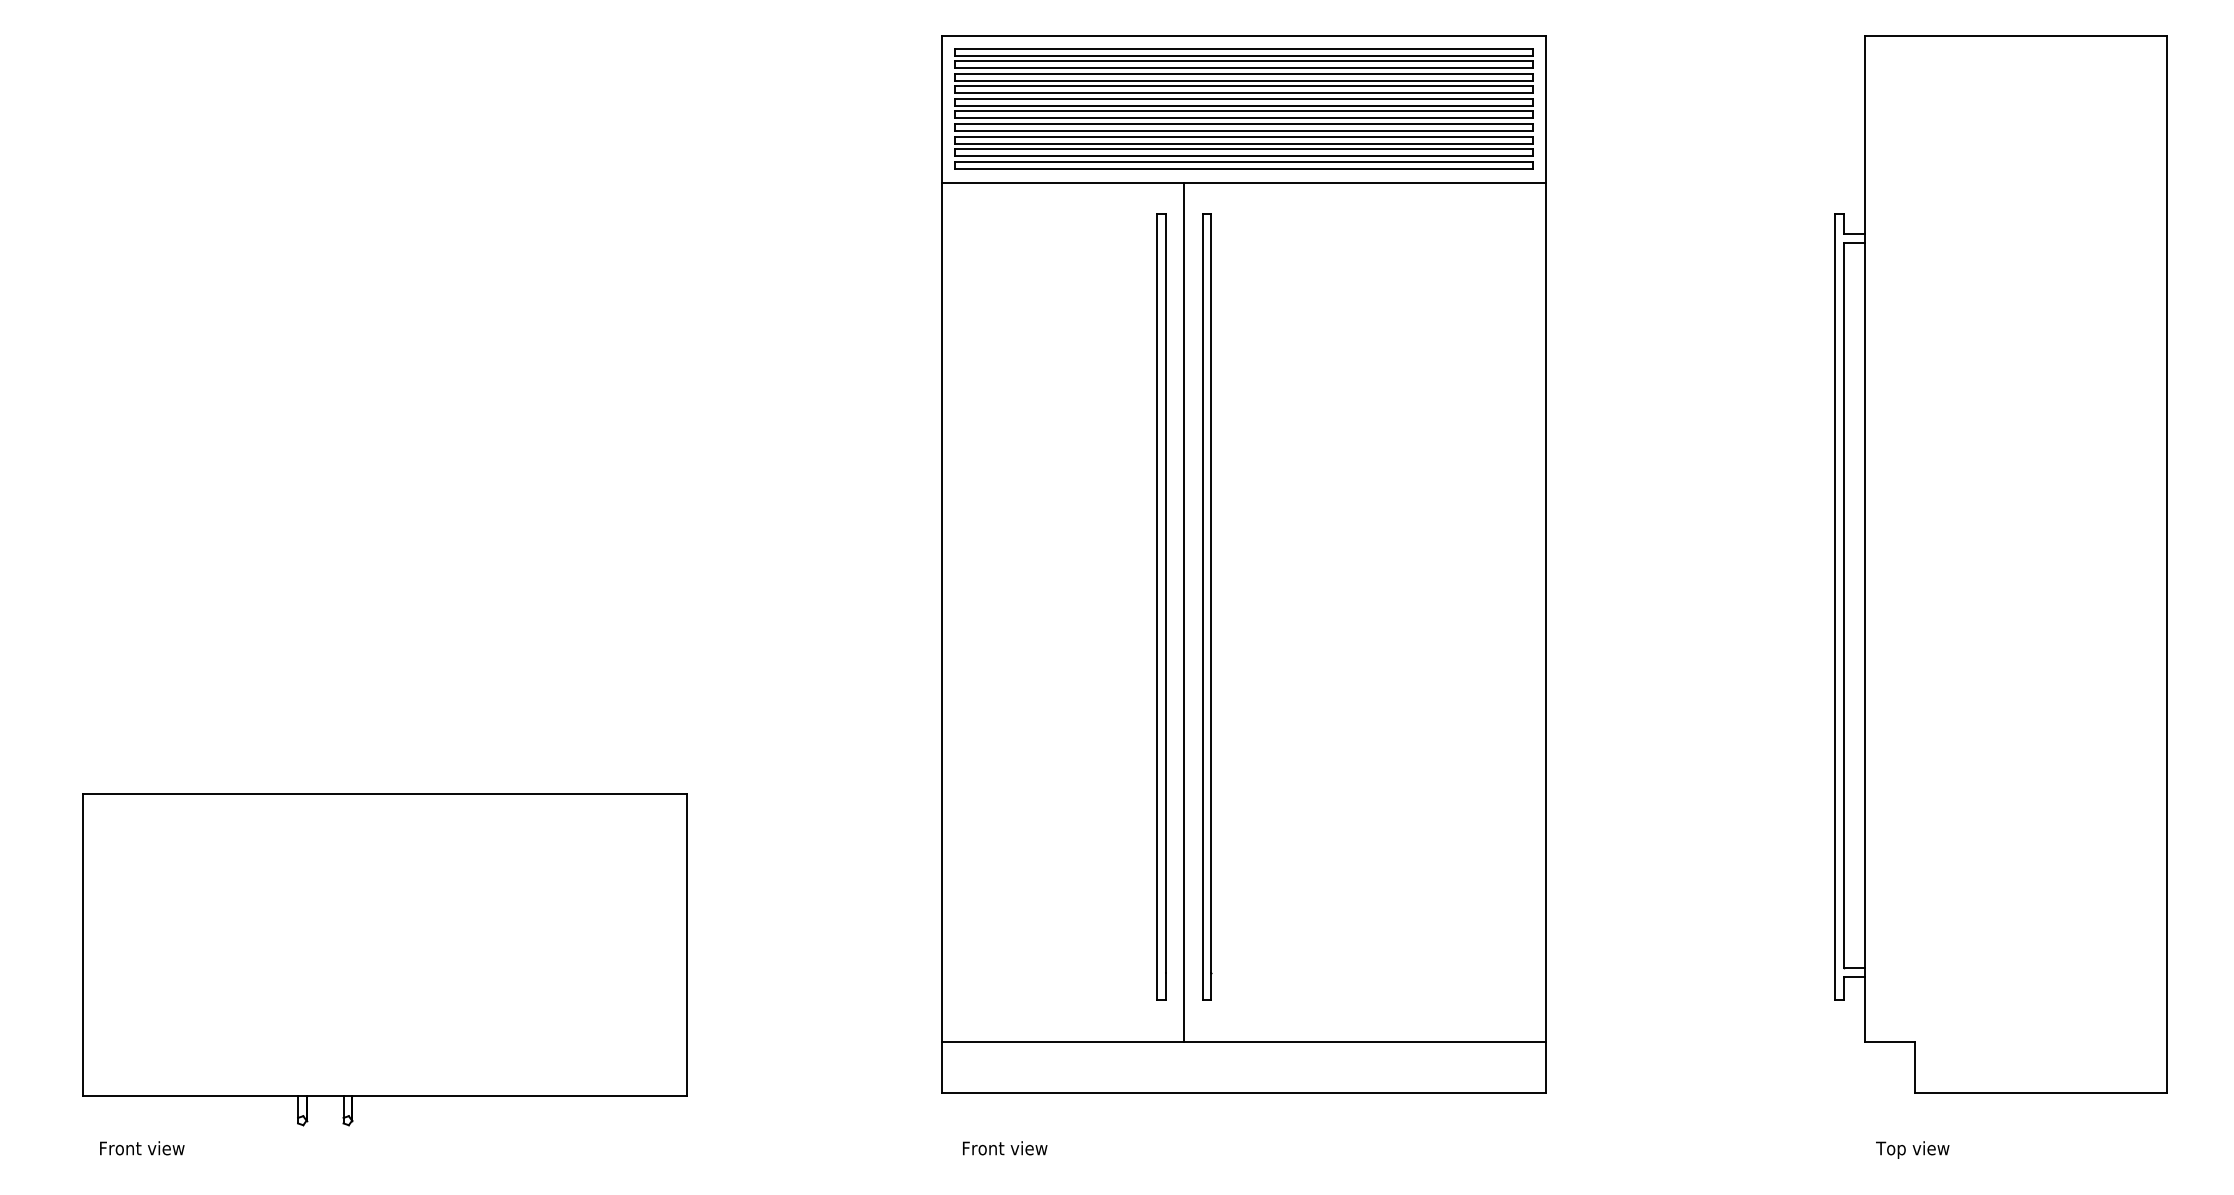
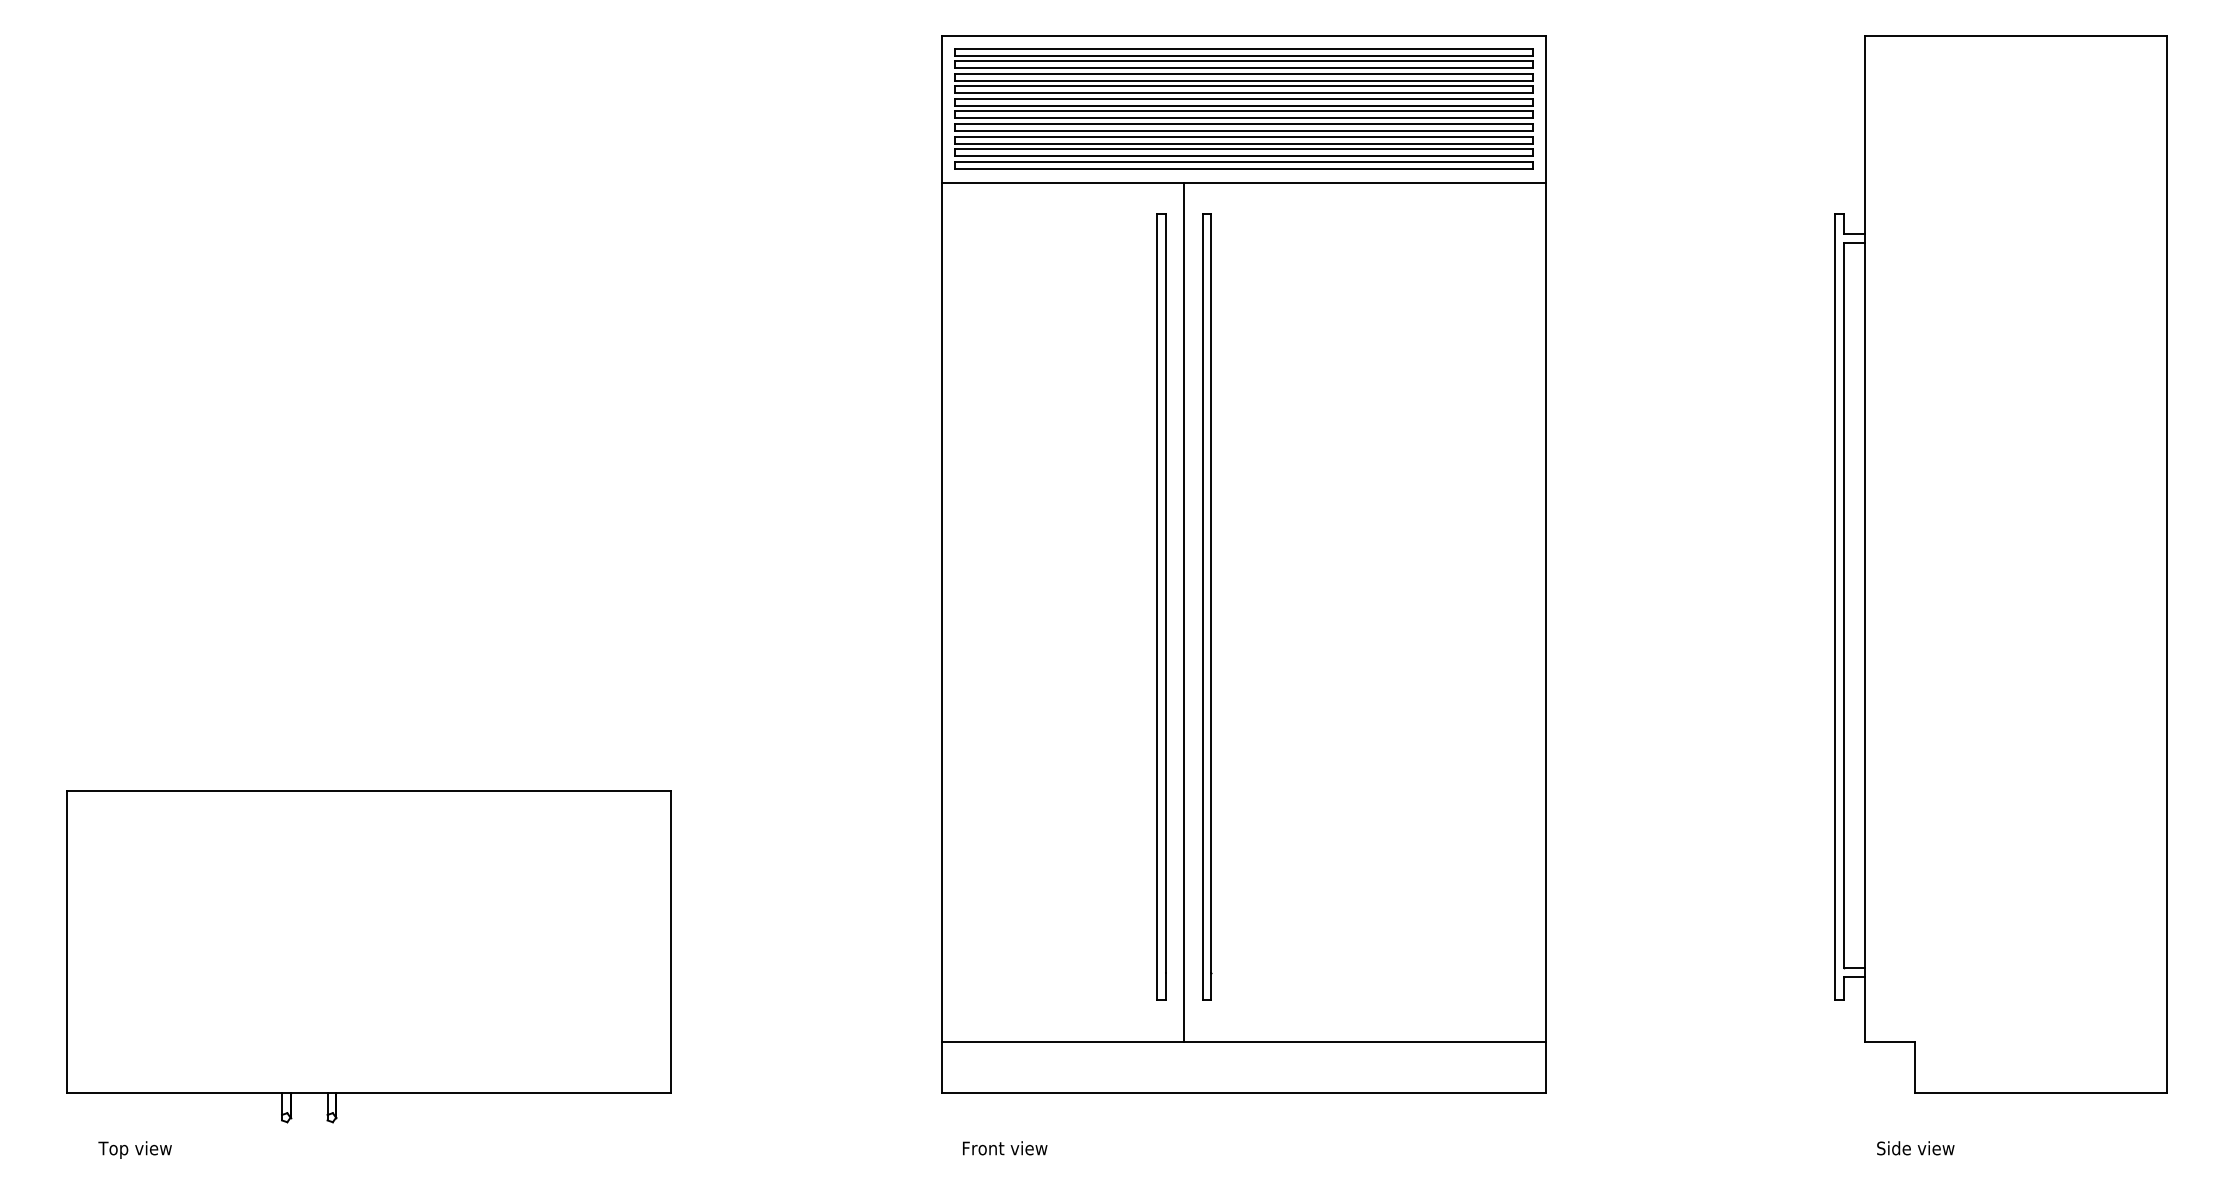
part at (384, 959) position: (384, 959) -> (368, 956)
text at (141, 1149): Front view -> Top view
text at (1915, 1149): Top view -> Side view
